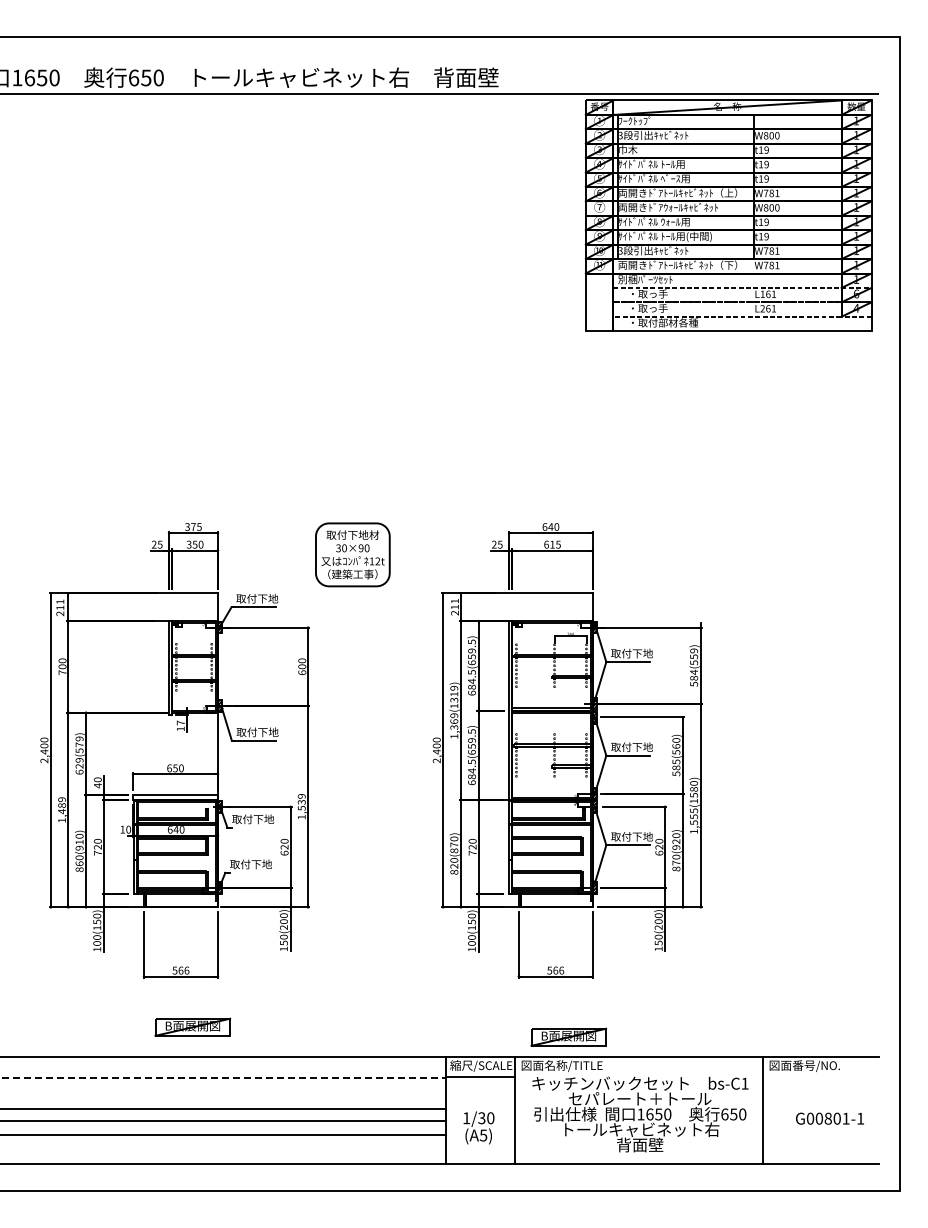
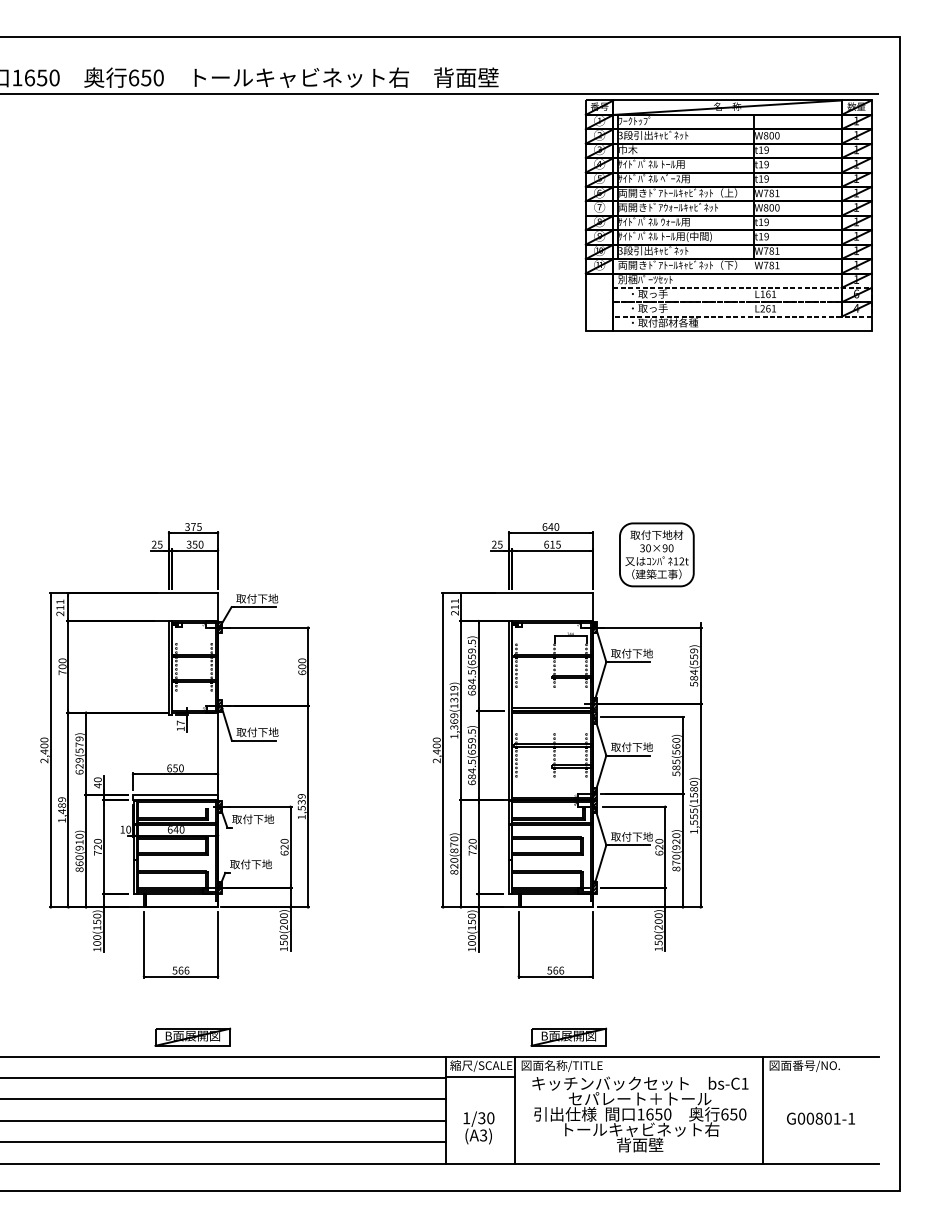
part at (352, 554) position: (352, 554) -> (656, 554)
part at (192, 1026) position: (192, 1026) -> (192, 1036)
line at (223, 1078): dashed -> solid
line at (223, 1109) position: (223, 1109) -> (223, 1099)
text at (829, 1118) position: (829, 1118) -> (820, 1118)
text at (483, 1134): (A5) -> (A3)
line at (223, 1135) position: (223, 1135) -> (223, 1142)
